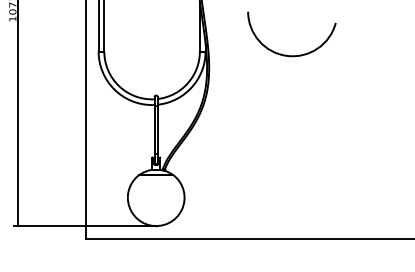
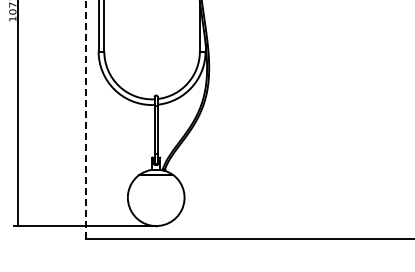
arc at (286, 54): present -> none
line at (85, 119): solid -> dashed
